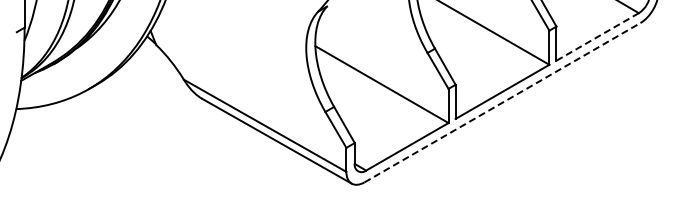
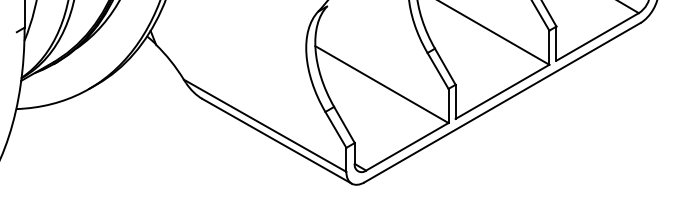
line at (597, 36): dashed -> solid
line at (502, 102): dashed -> solid
